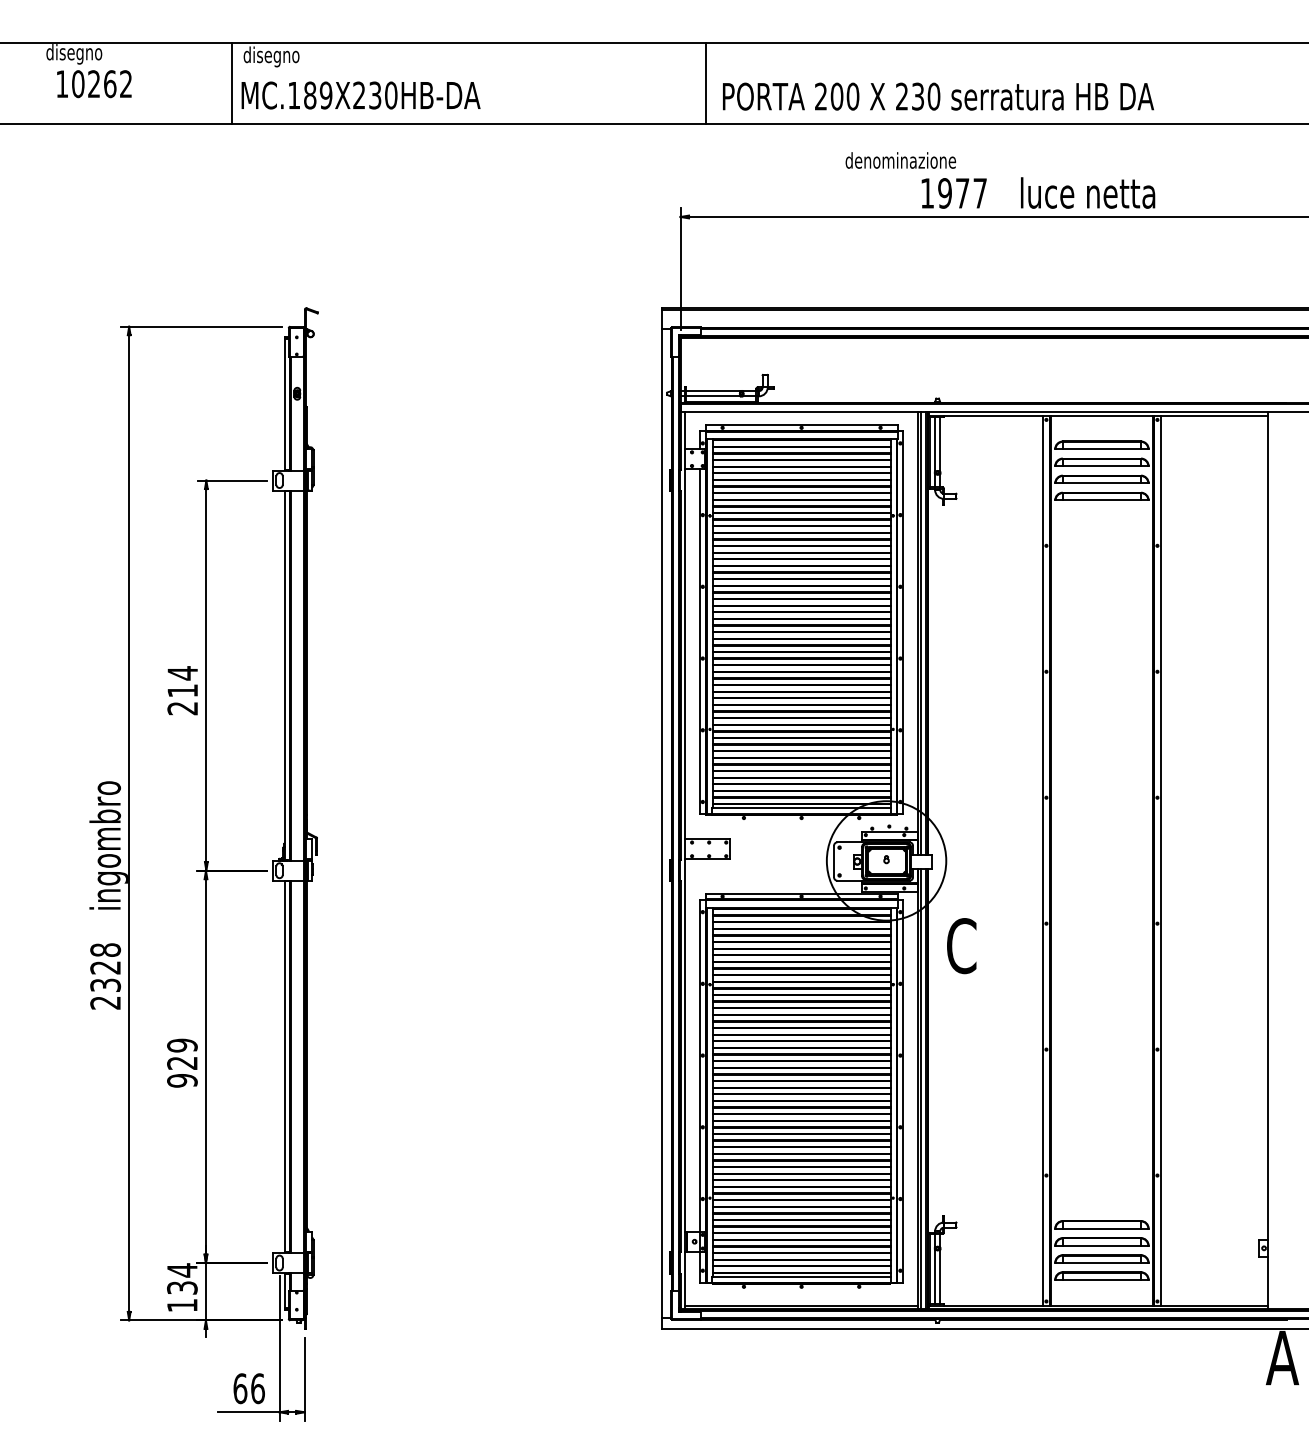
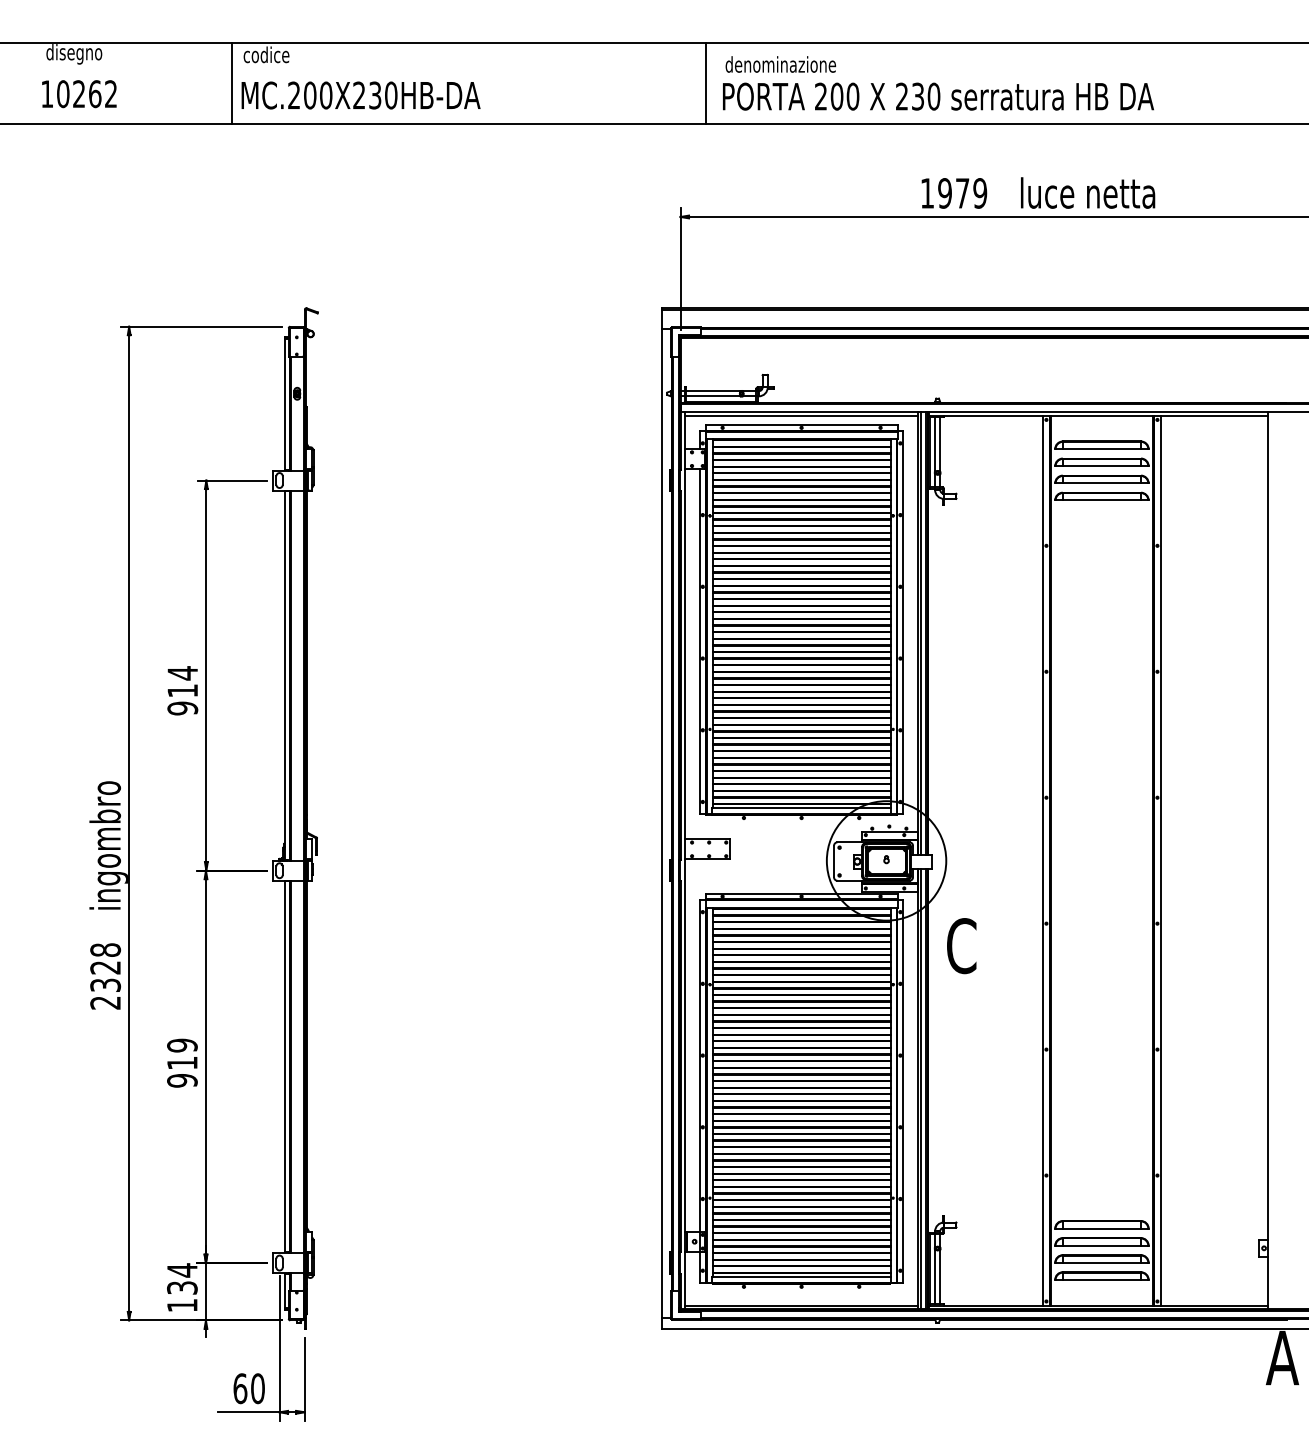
text at (271, 56): disegno -> codice
text at (94, 84) position: (94, 84) -> (79, 94)
text at (310, 95): MC.189X230HB-DA -> MC.200X230HB-DA
text at (900, 160) position: (900, 160) -> (780, 64)
text at (980, 193): 1977 -> 1979
line at (801, 415): none -> present
text at (182, 708): 214 -> 914
text at (182, 1063): 929 -> 919
text at (257, 1388): 66 -> 60
